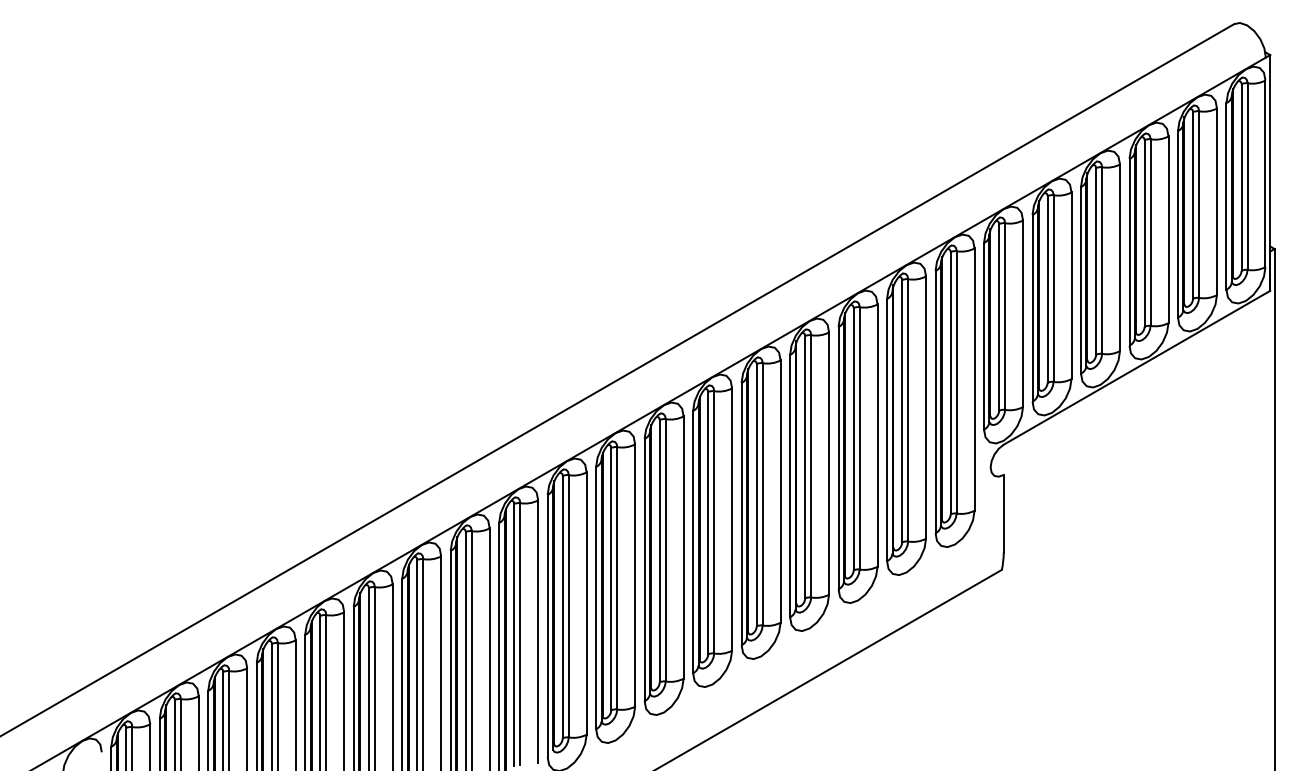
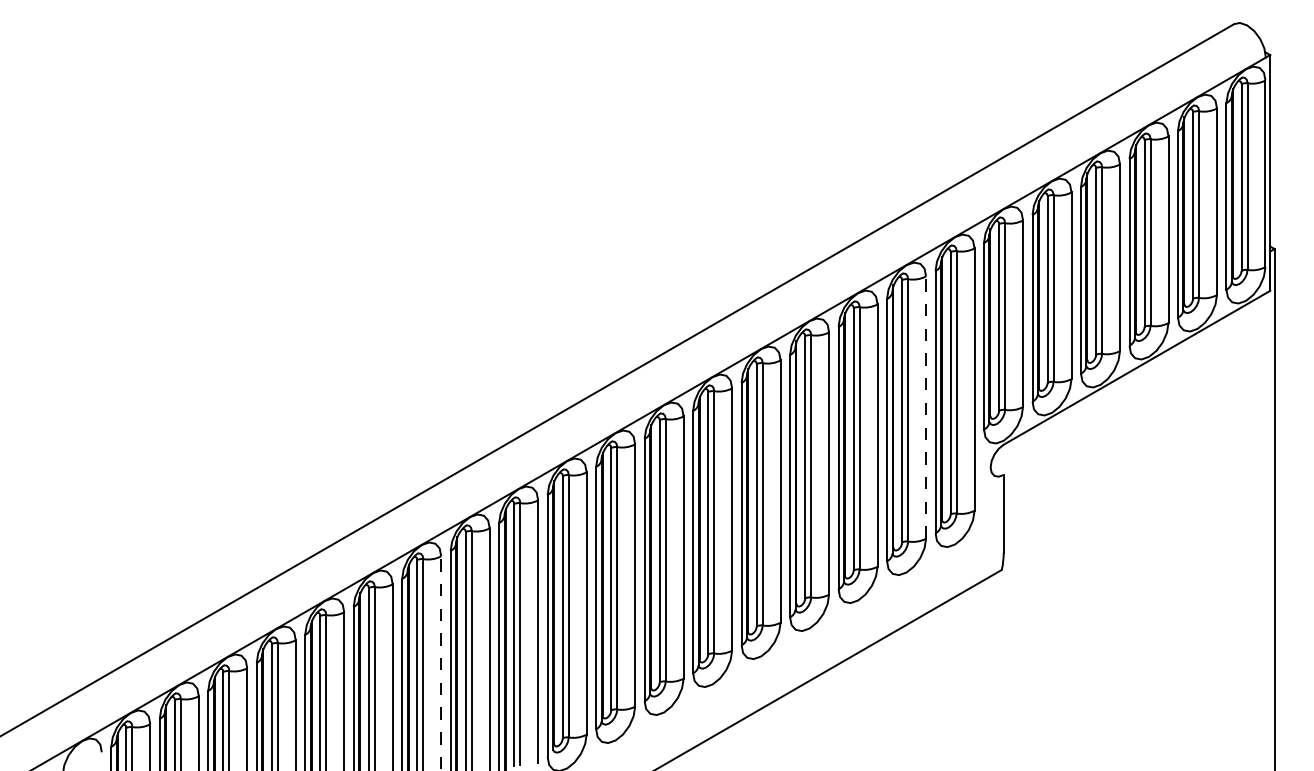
line at (926, 407): solid -> dashed
line at (441, 663): solid -> dashed
